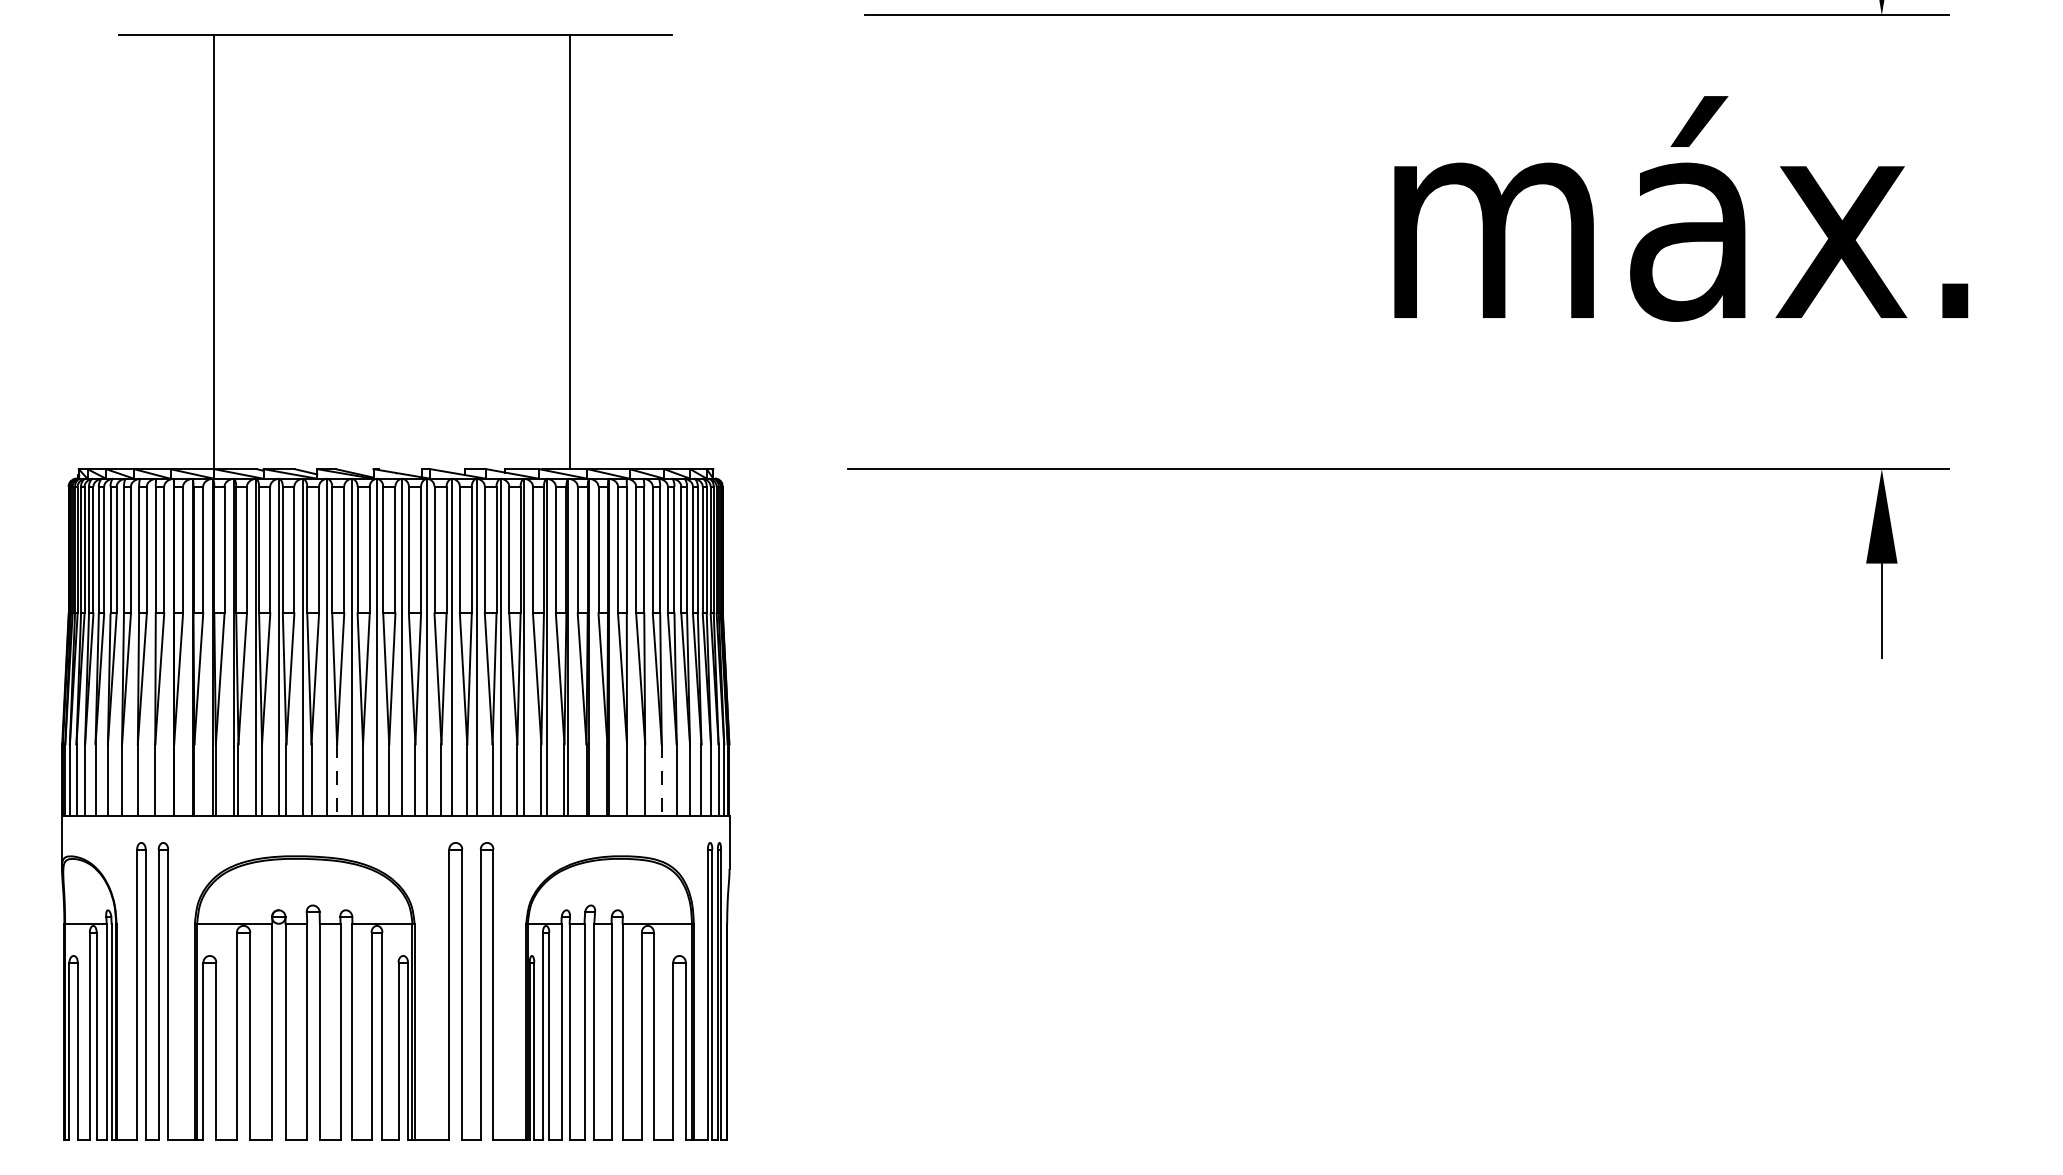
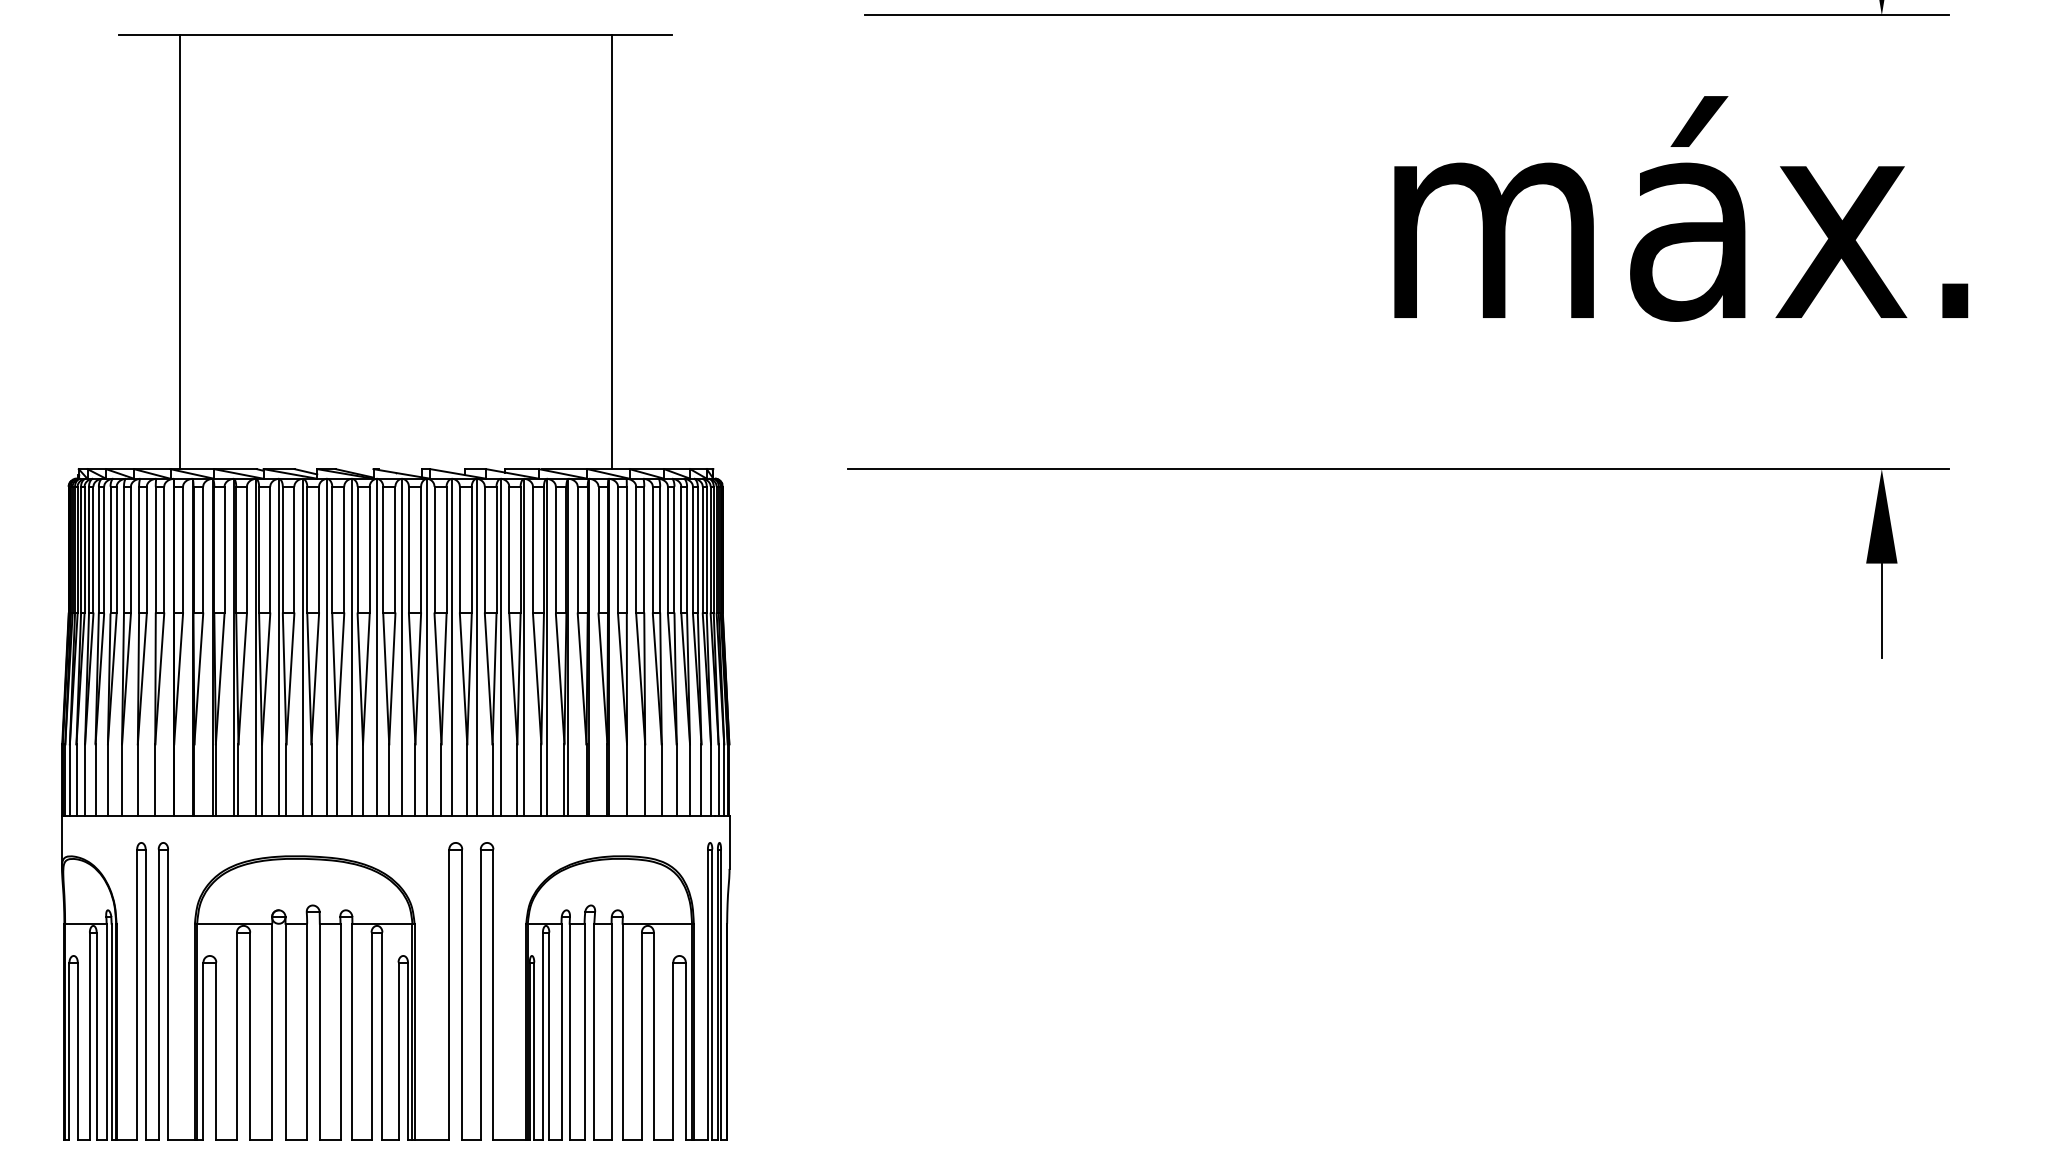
line at (213, 252) position: (213, 252) -> (179, 252)
line at (569, 252) position: (569, 252) -> (611, 252)
line at (337, 780): dashed -> solid
line at (661, 780): dashed -> solid
